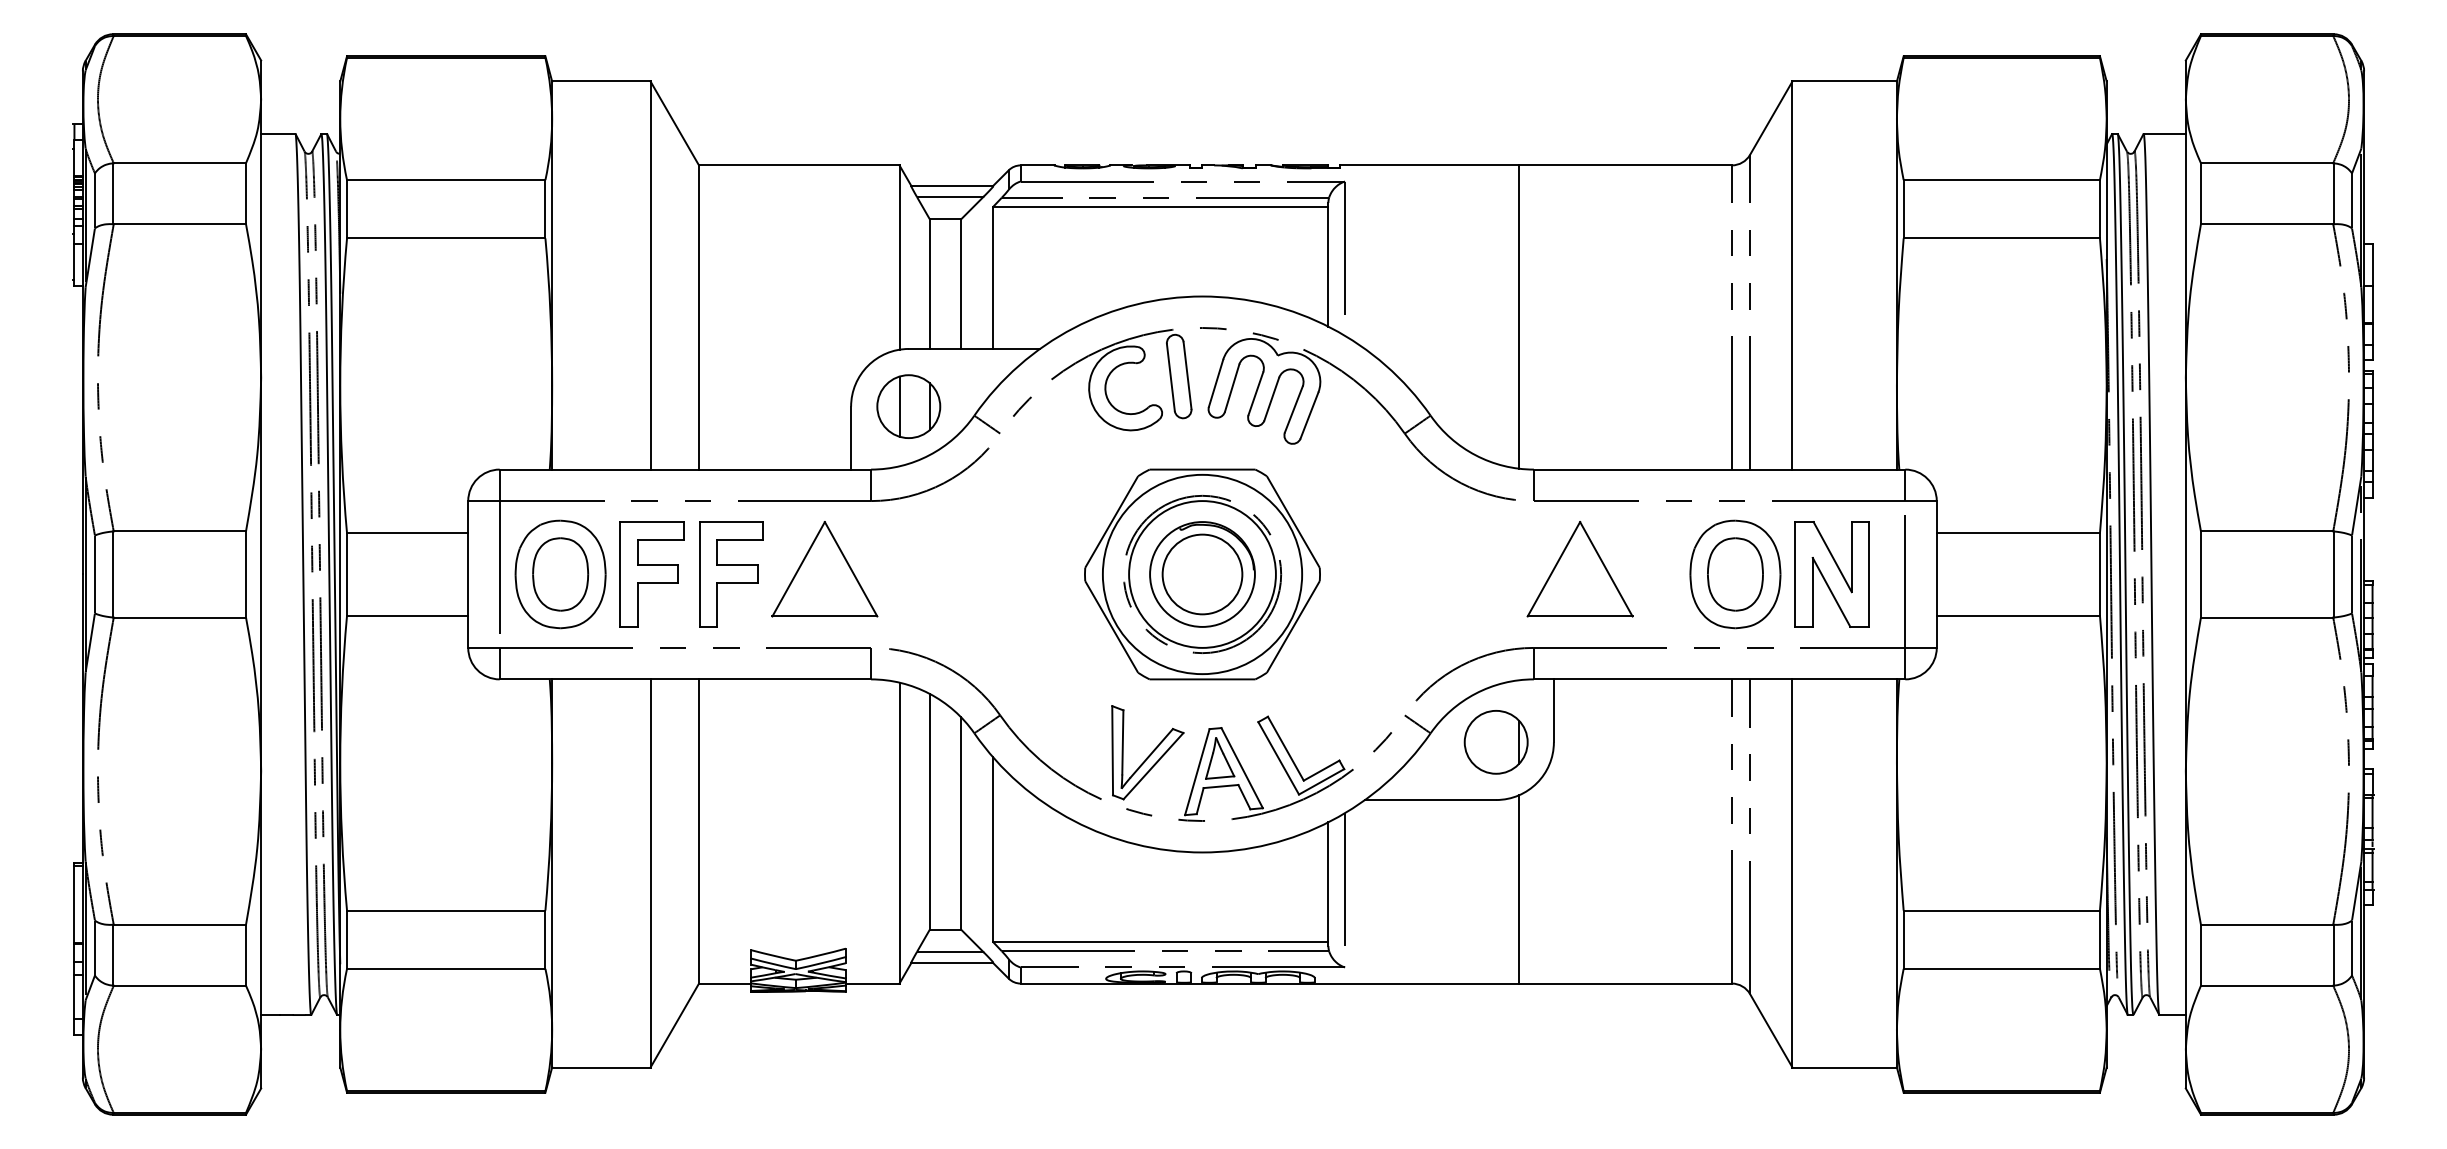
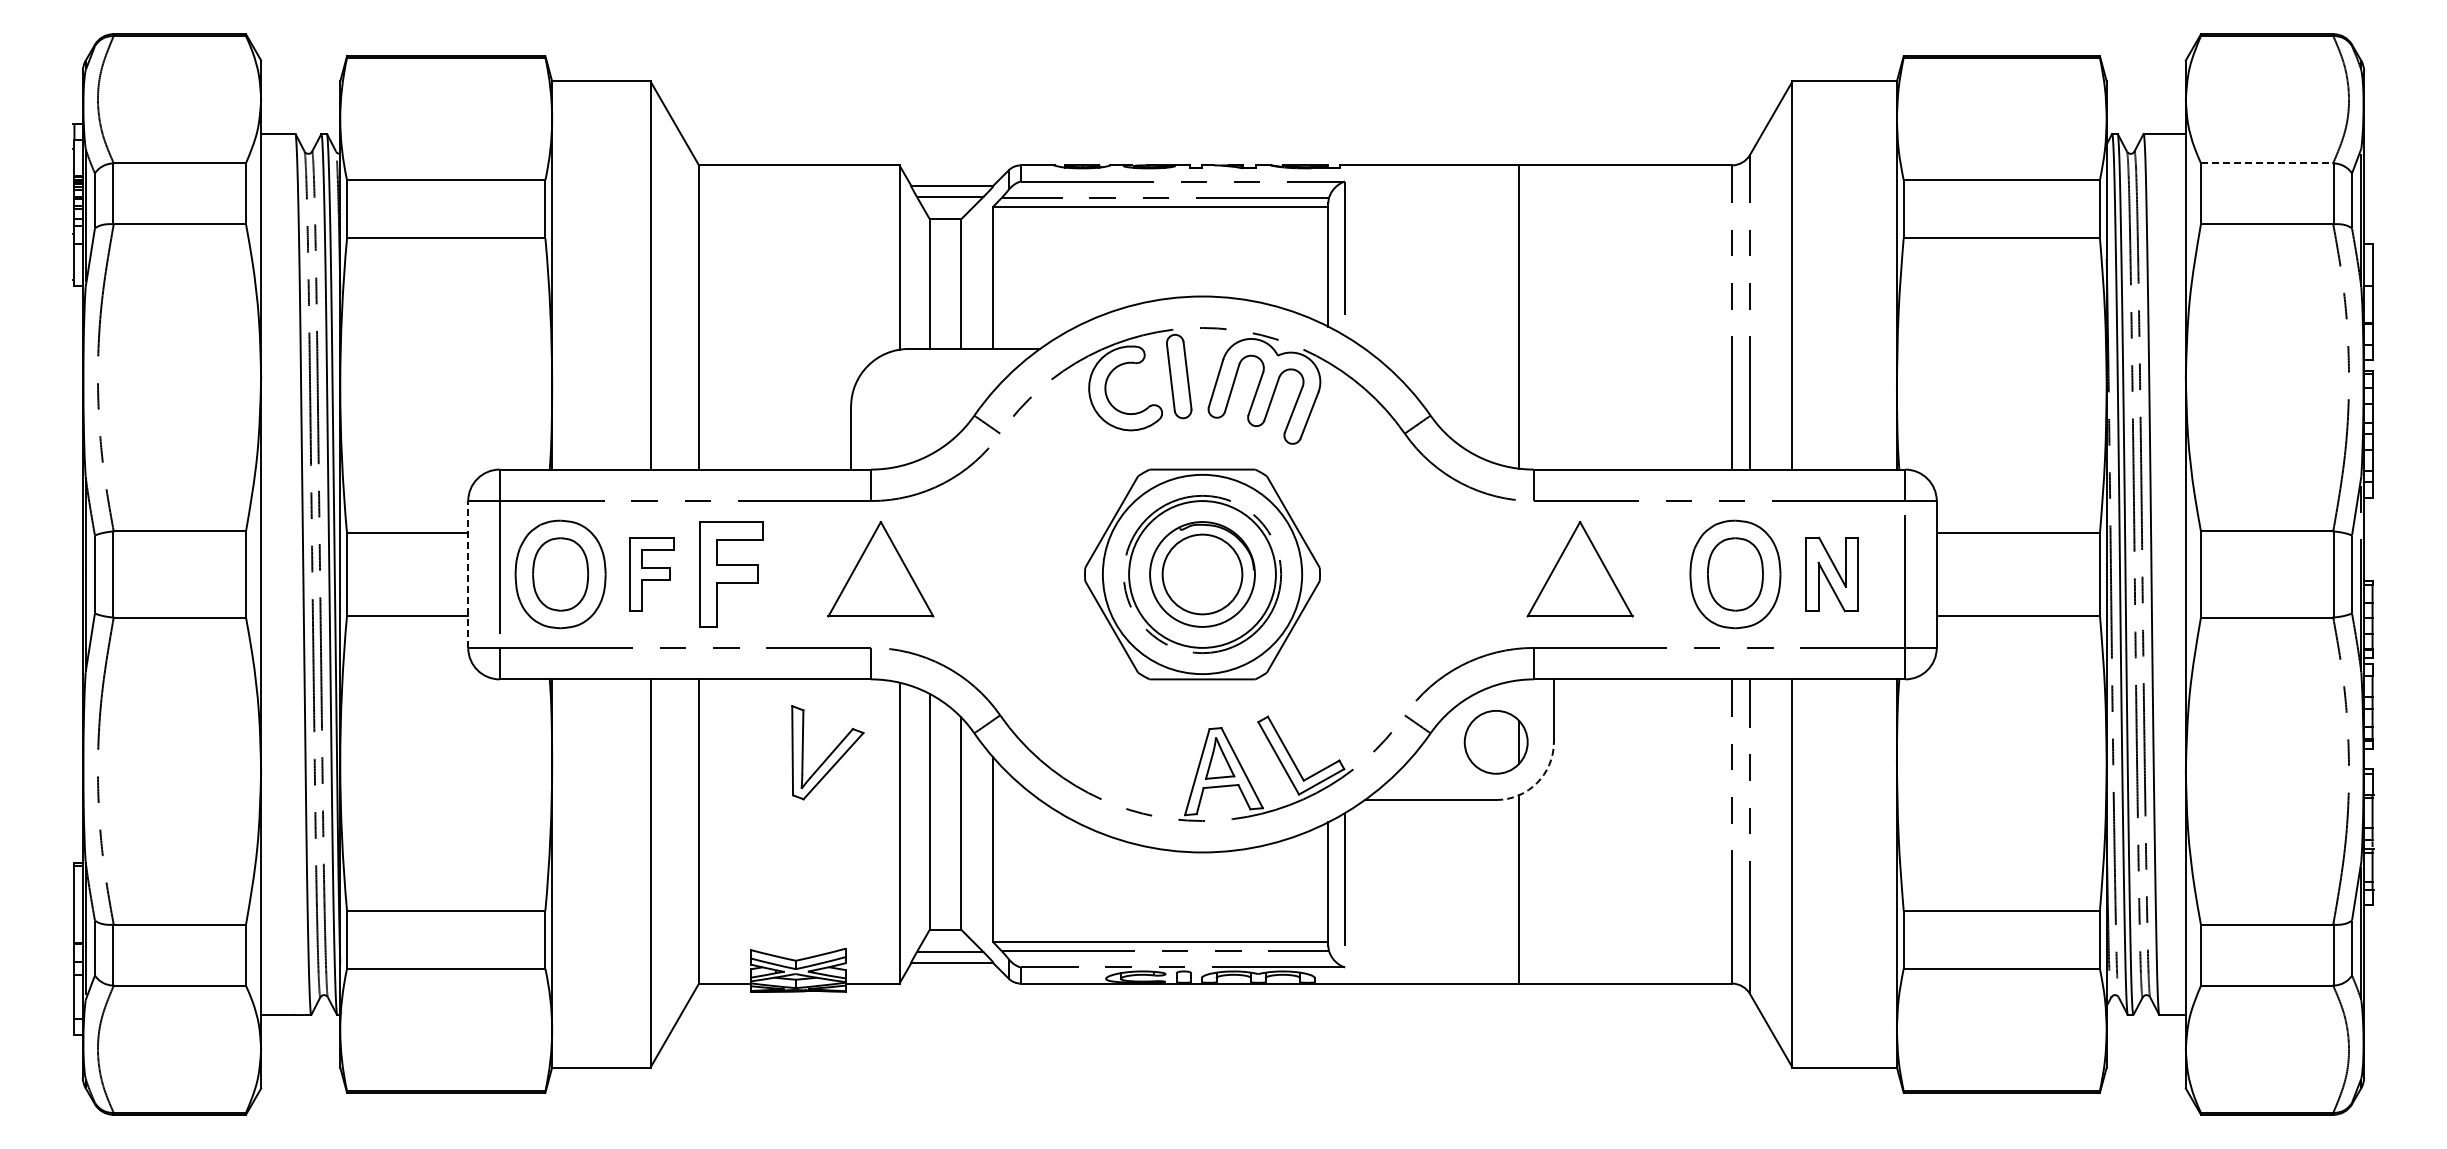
line at (2267, 163): solid -> dashed
part at (908, 406): present -> none
part at (824, 569) position: (824, 569) -> (880, 569)
line at (468, 574): solid -> dashed
part at (651, 574) size: 66x107 px -> 46x75 px
part at (1831, 574) size: 76x107 px -> 54x77 px
part at (1147, 752) position: (1147, 752) -> (827, 752)
arc at (1537, 783): solid -> dashed
